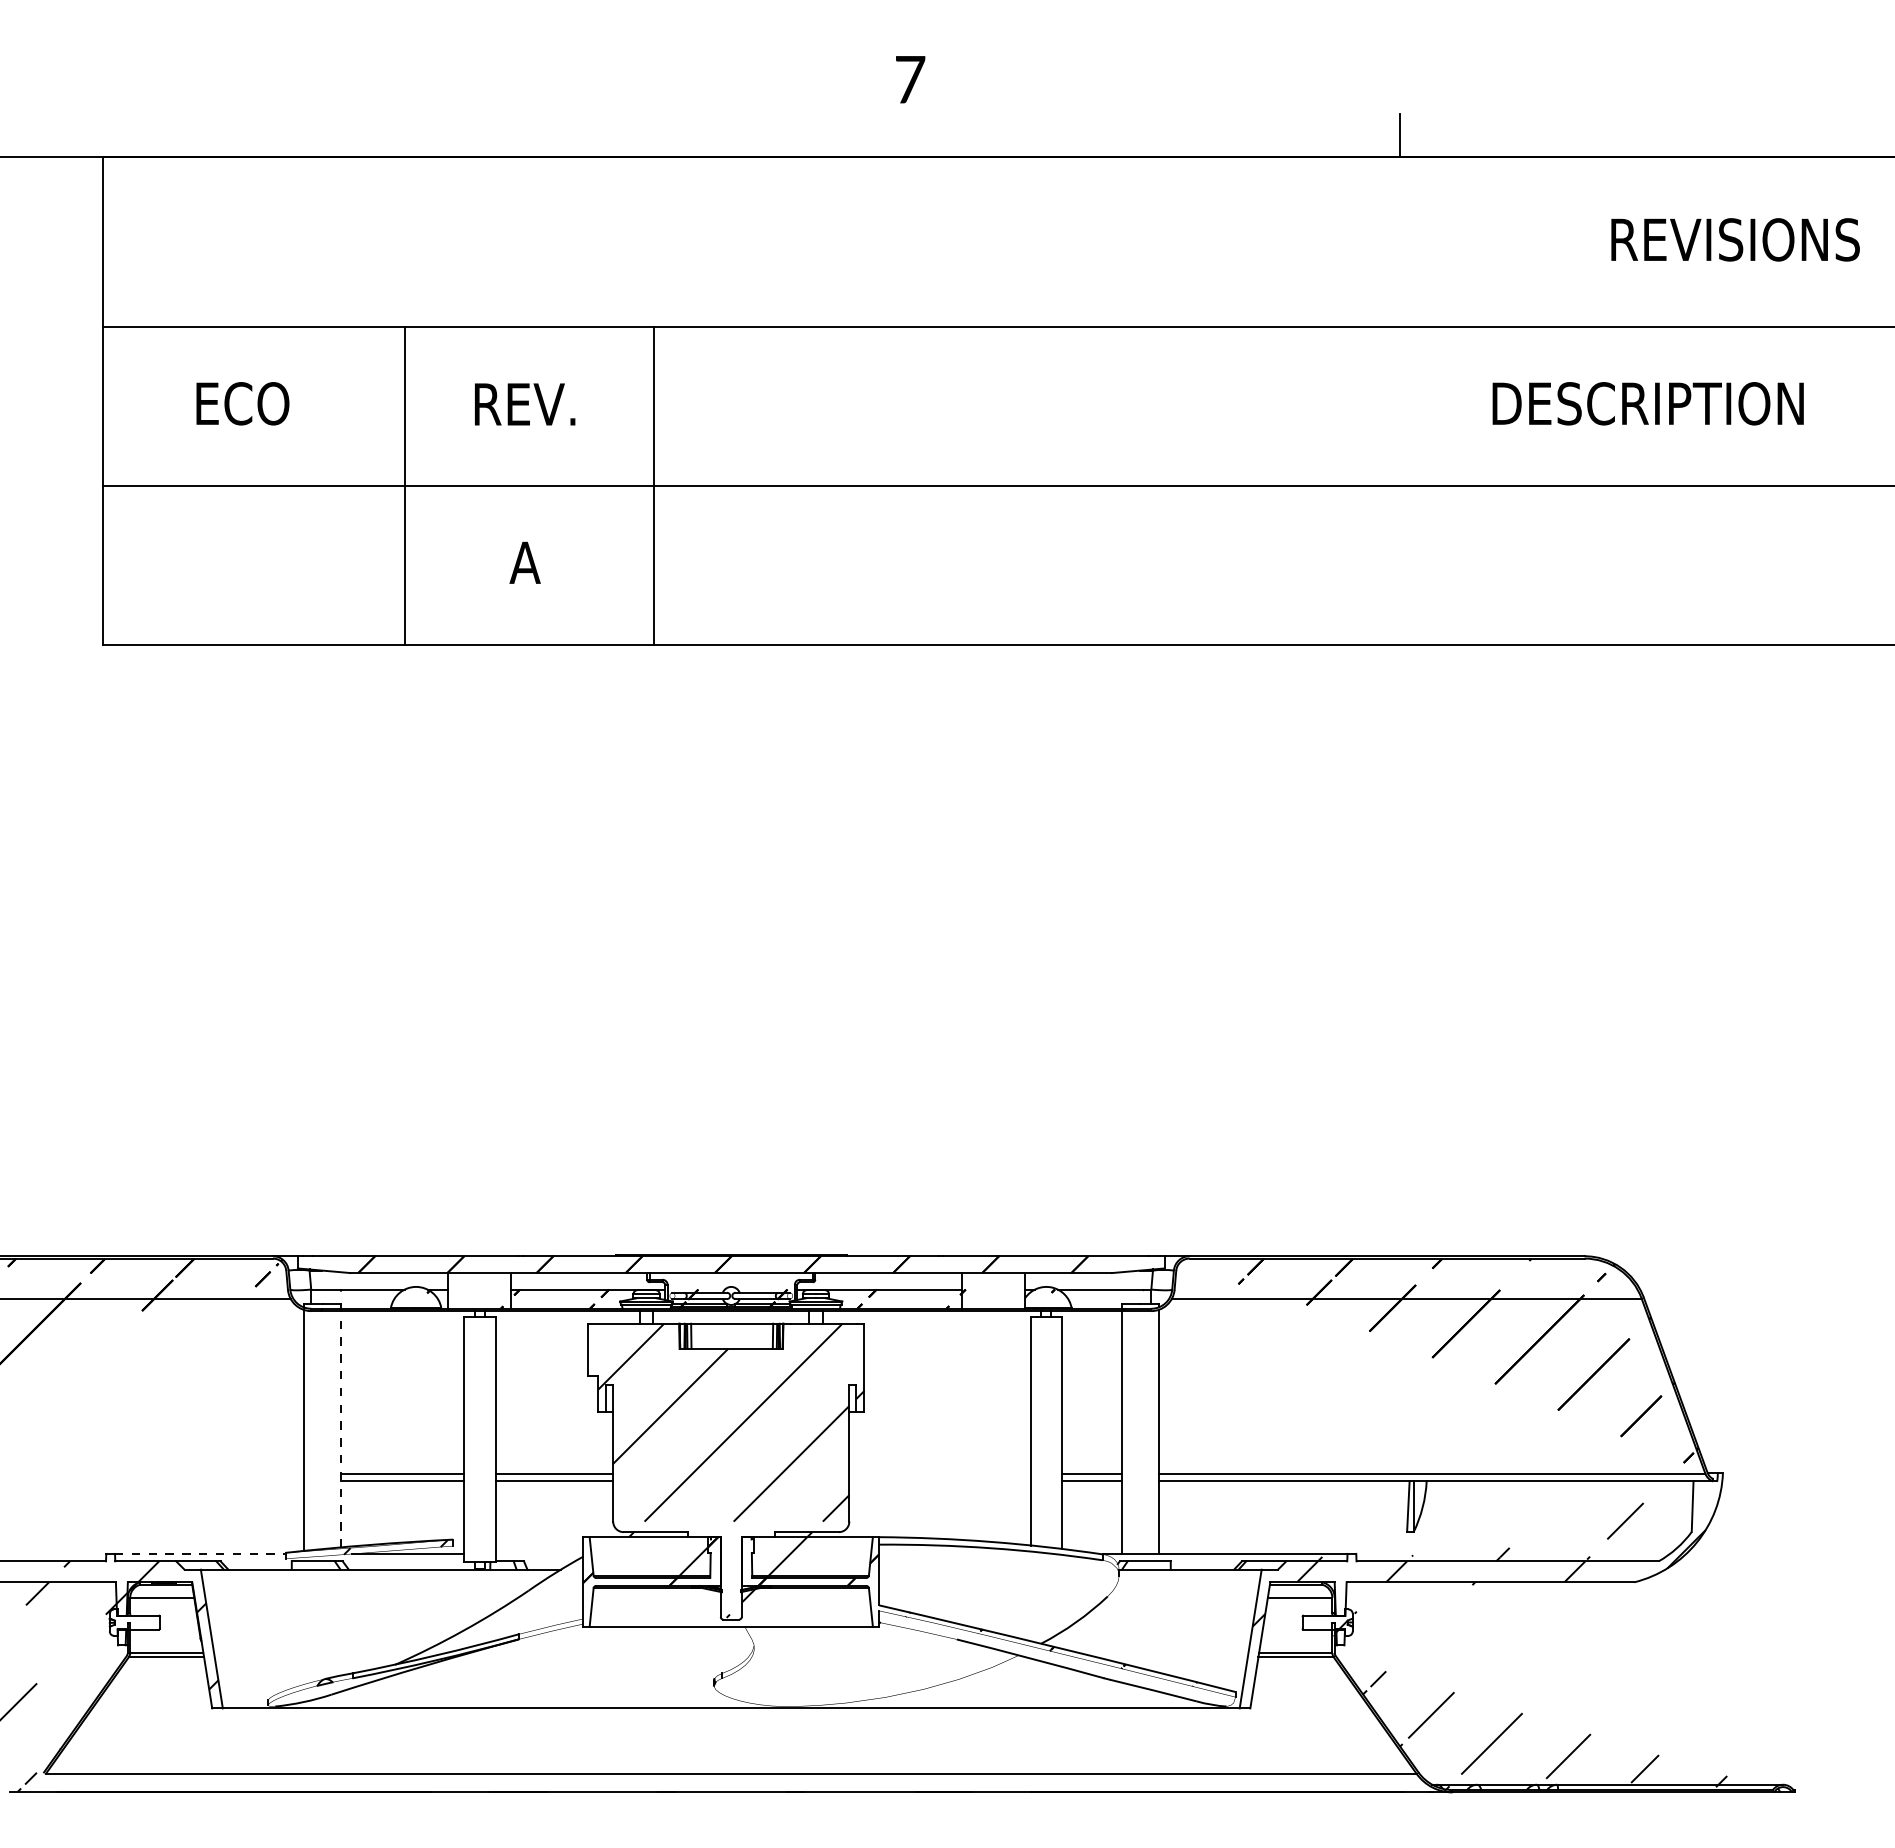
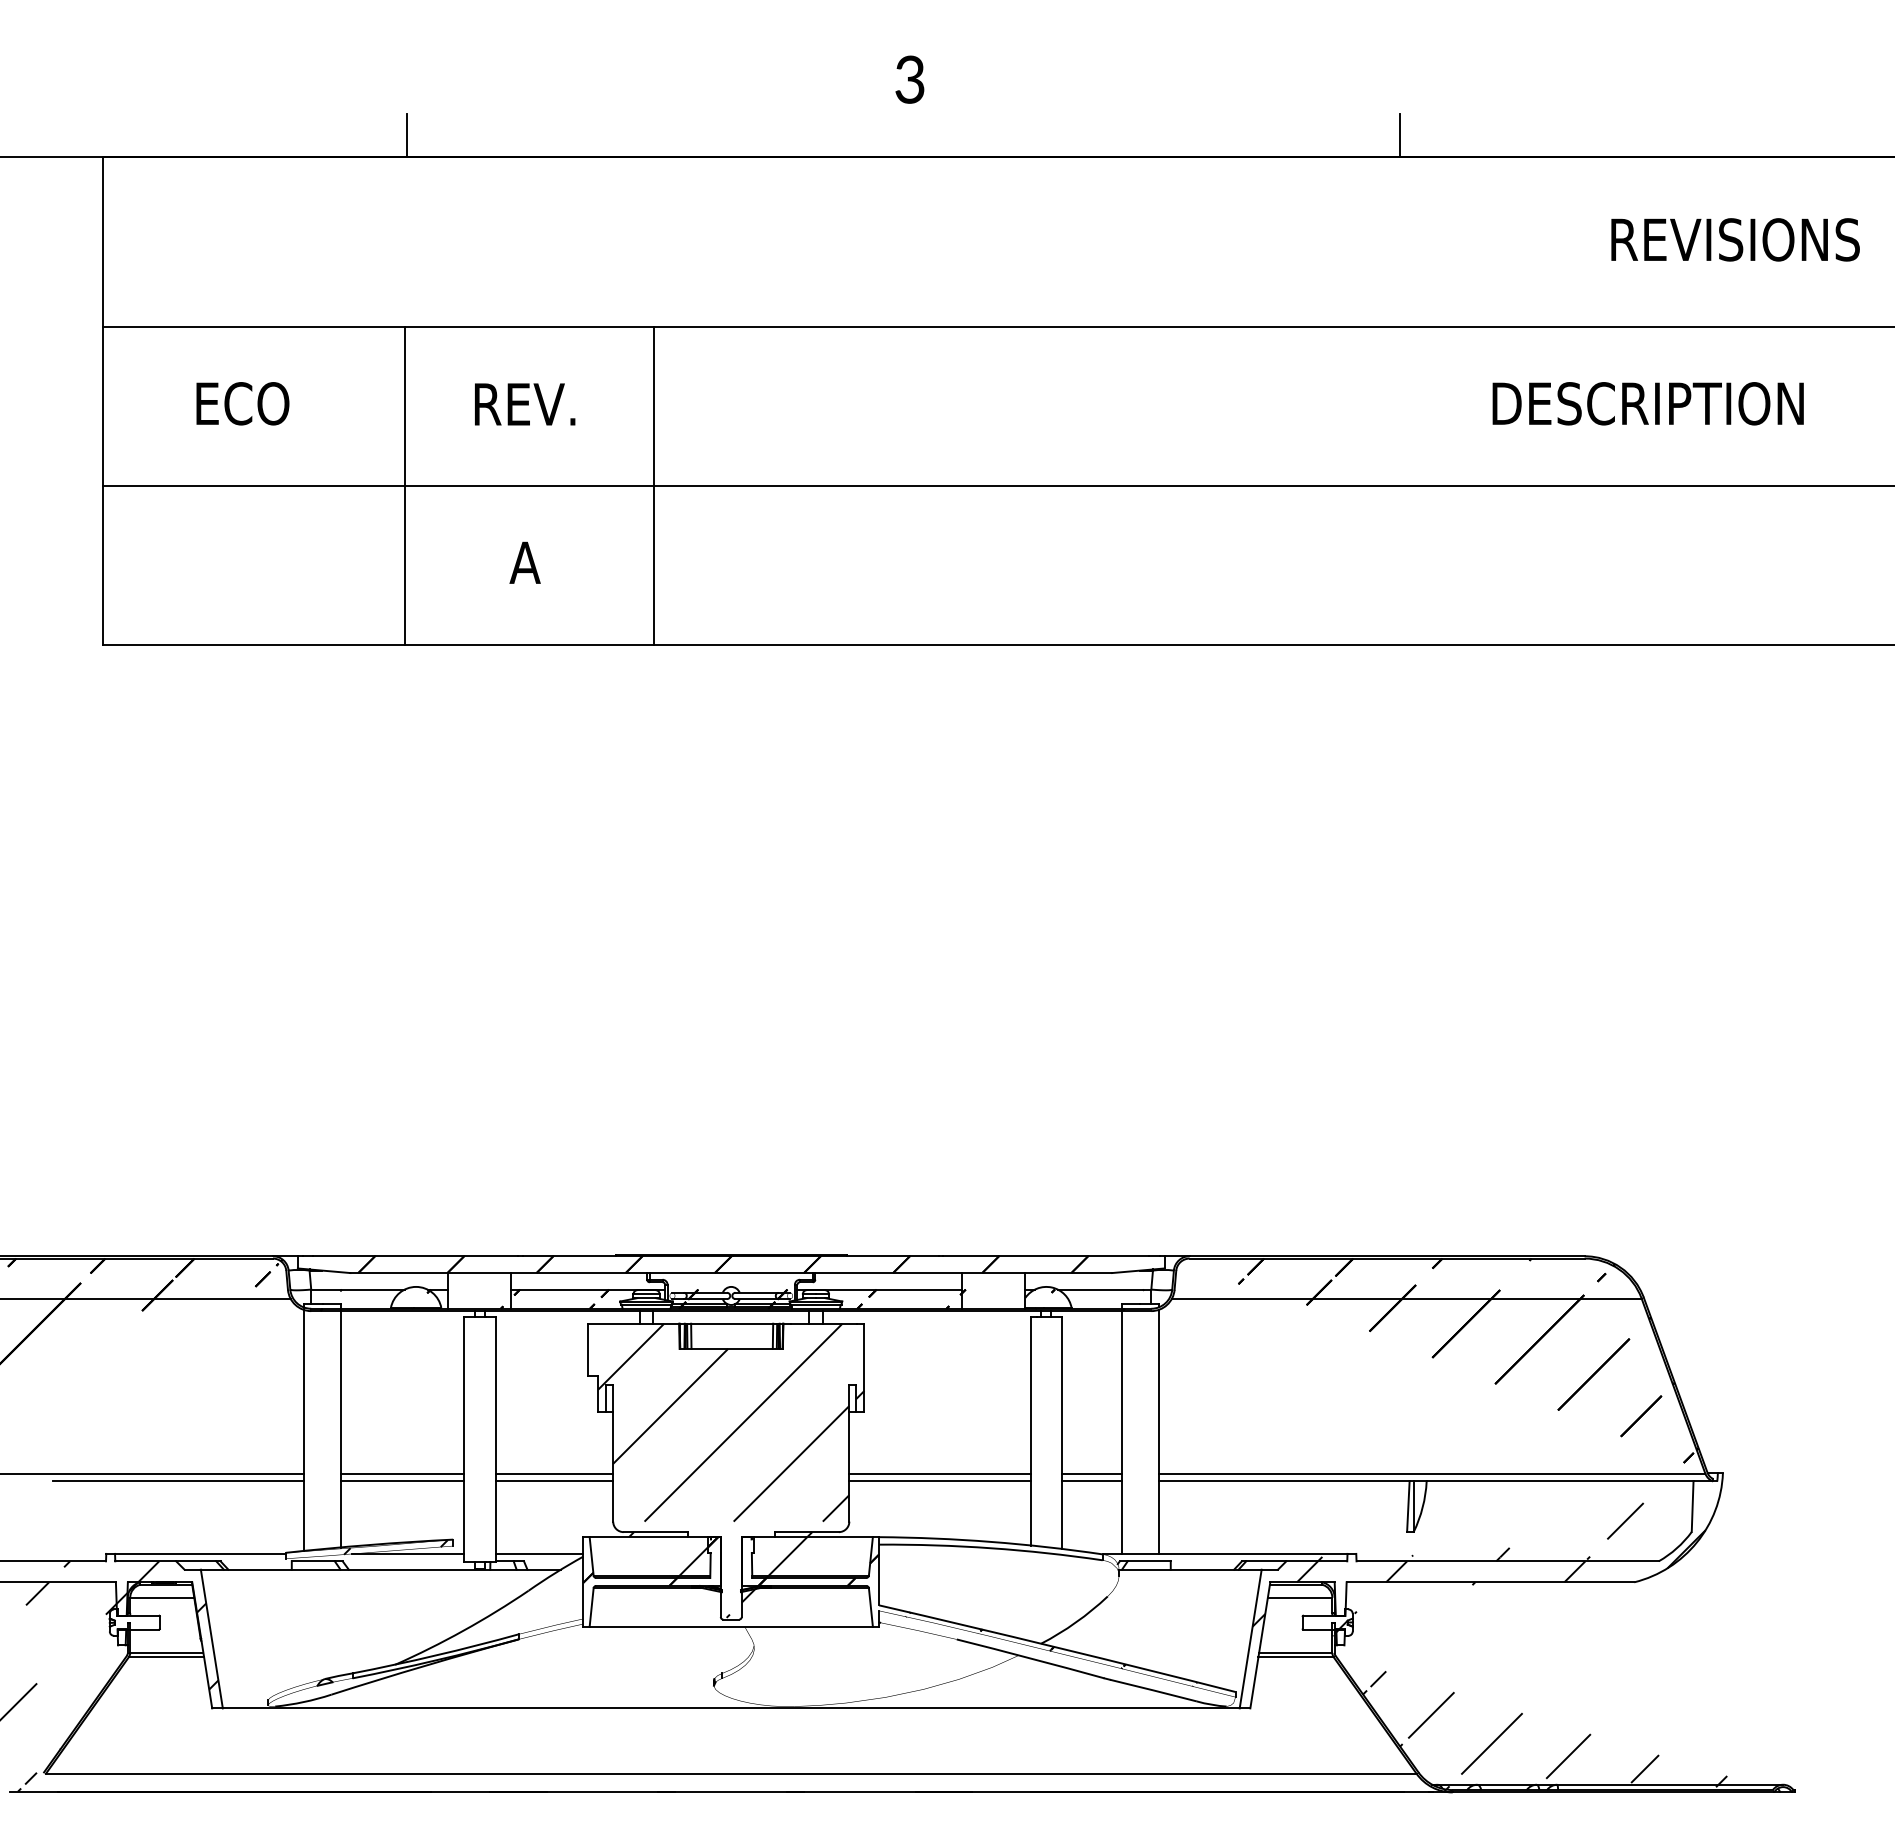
text at (910, 79): 7 -> 3
line at (407, 135): none -> present
line at (341, 1428): dashed -> solid
line at (153, 1473): none -> present
line at (939, 1473): none -> present
line at (178, 1481): none -> present
line at (939, 1481): none -> present
line at (200, 1553): dashed -> solid
line at (539, 1553): none -> present
